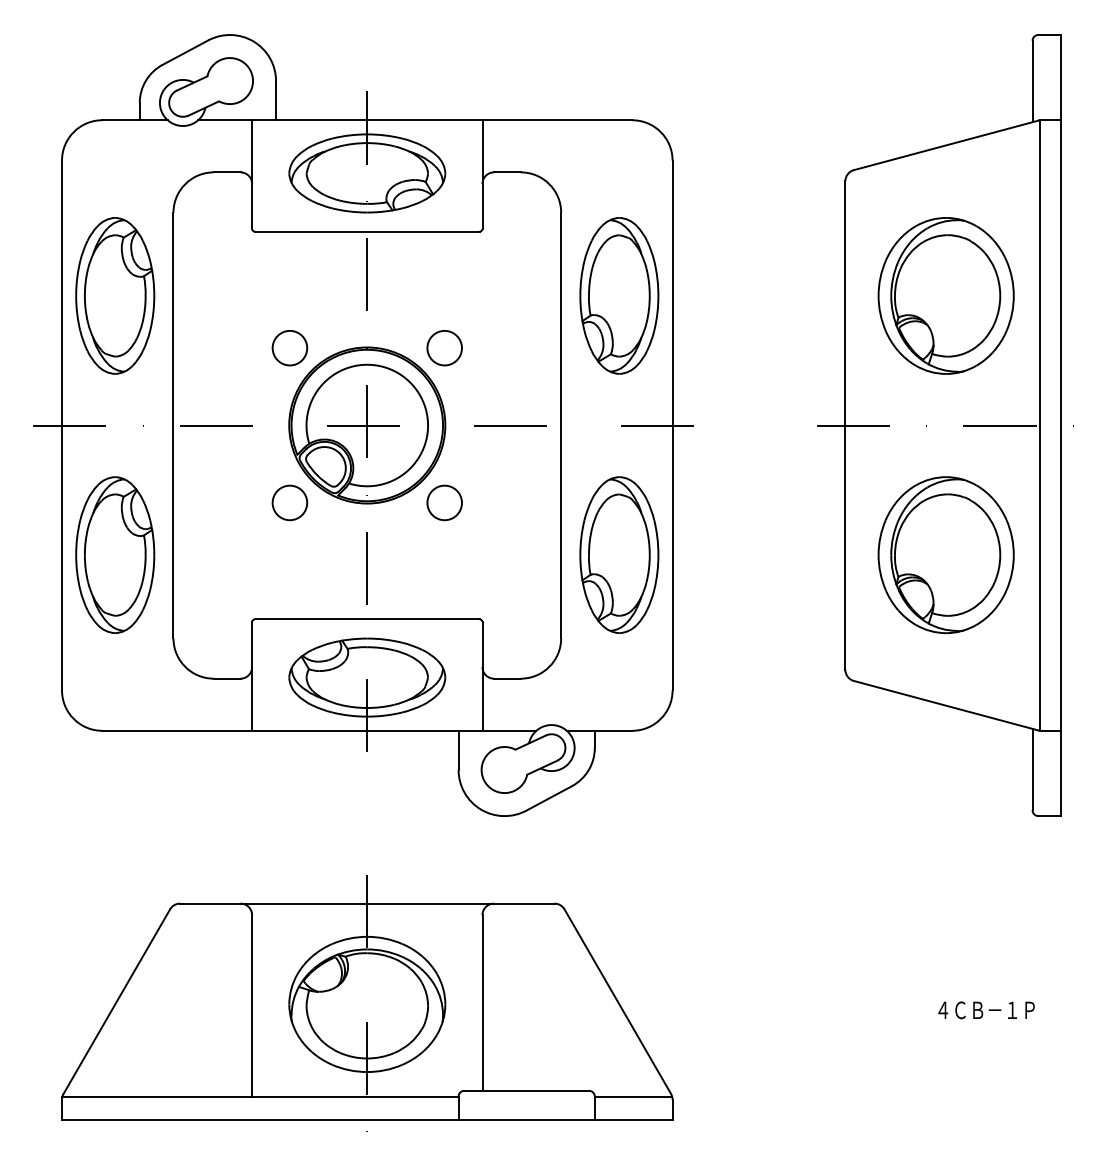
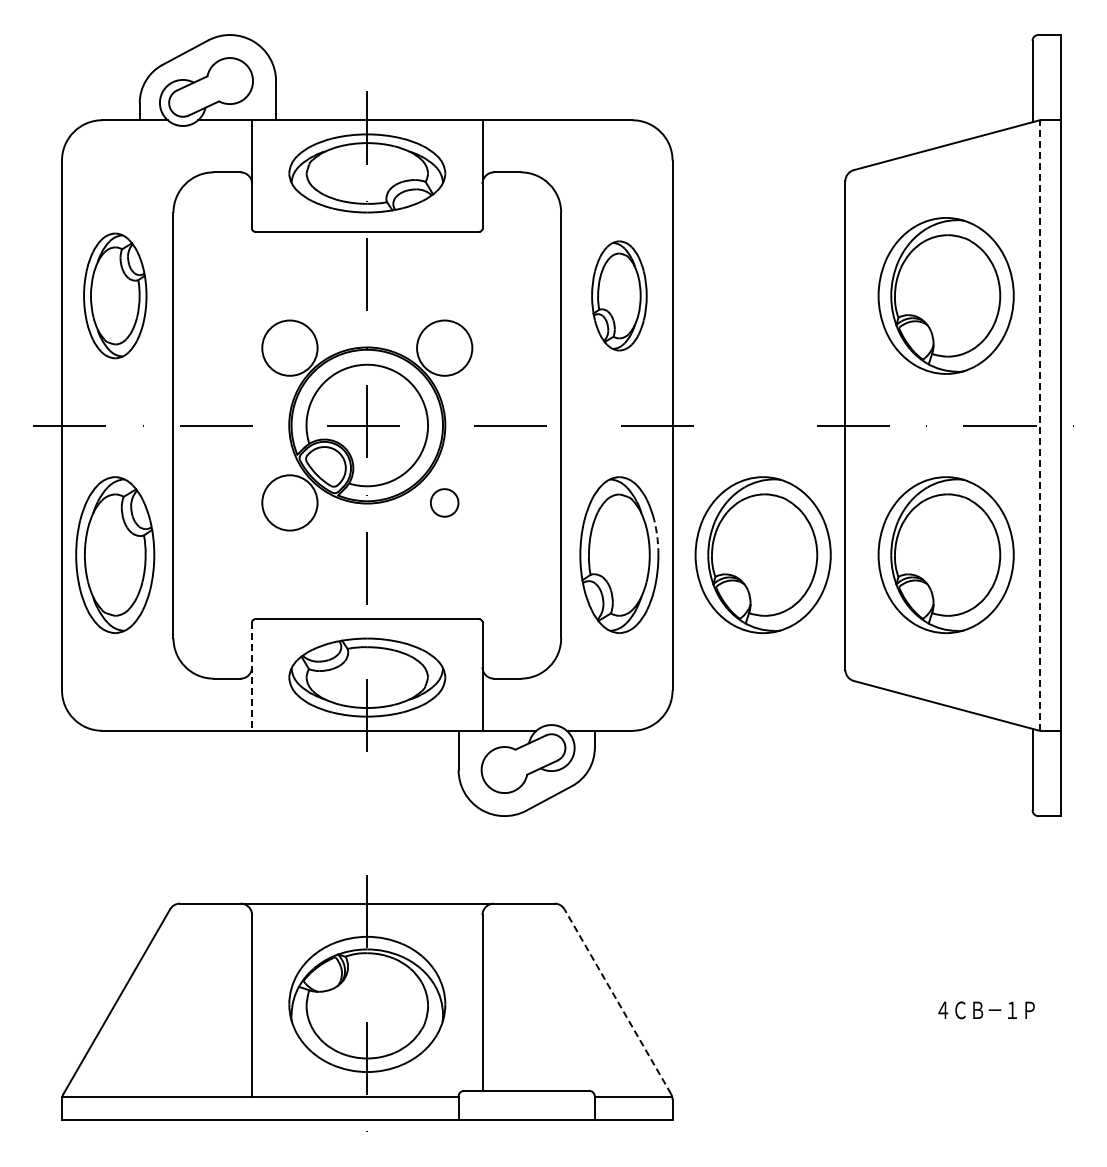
part at (115, 295) size: 81x158 px -> 65x128 px
part at (619, 295) size: 81x158 px -> 57x112 px
circle at (289, 347) diameter: 35 px -> 55 px
circle at (444, 347) diameter: 35 px -> 55 px
line at (1039, 425): solid -> dashed
circle at (289, 502) diameter: 35 px -> 55 px
circle at (444, 502) size: 37x38 px -> 30x30 px
arc at (657, 537): solid -> dashed
part at (762, 555): none -> present
line at (252, 677): solid -> dashed
line at (617, 1001): solid -> dashed
